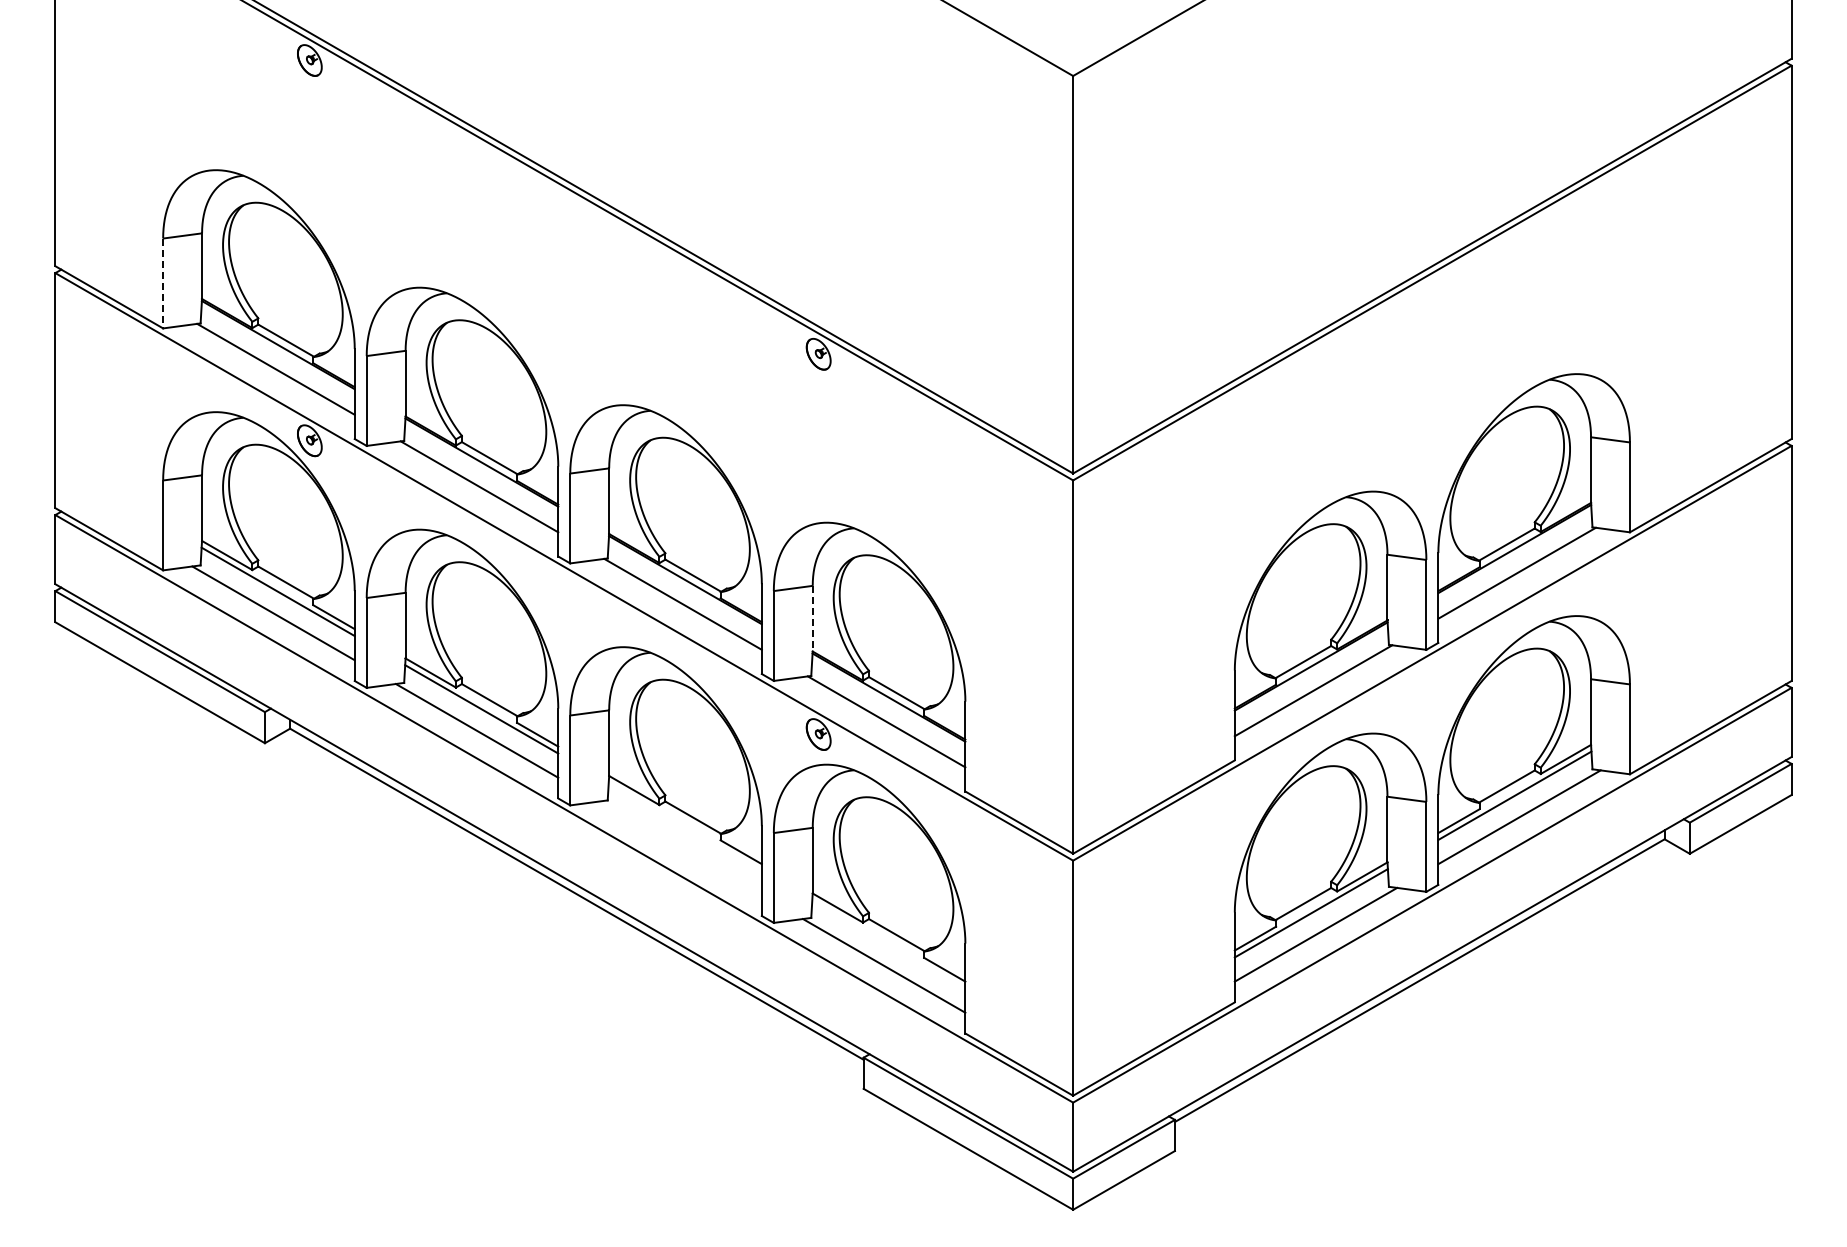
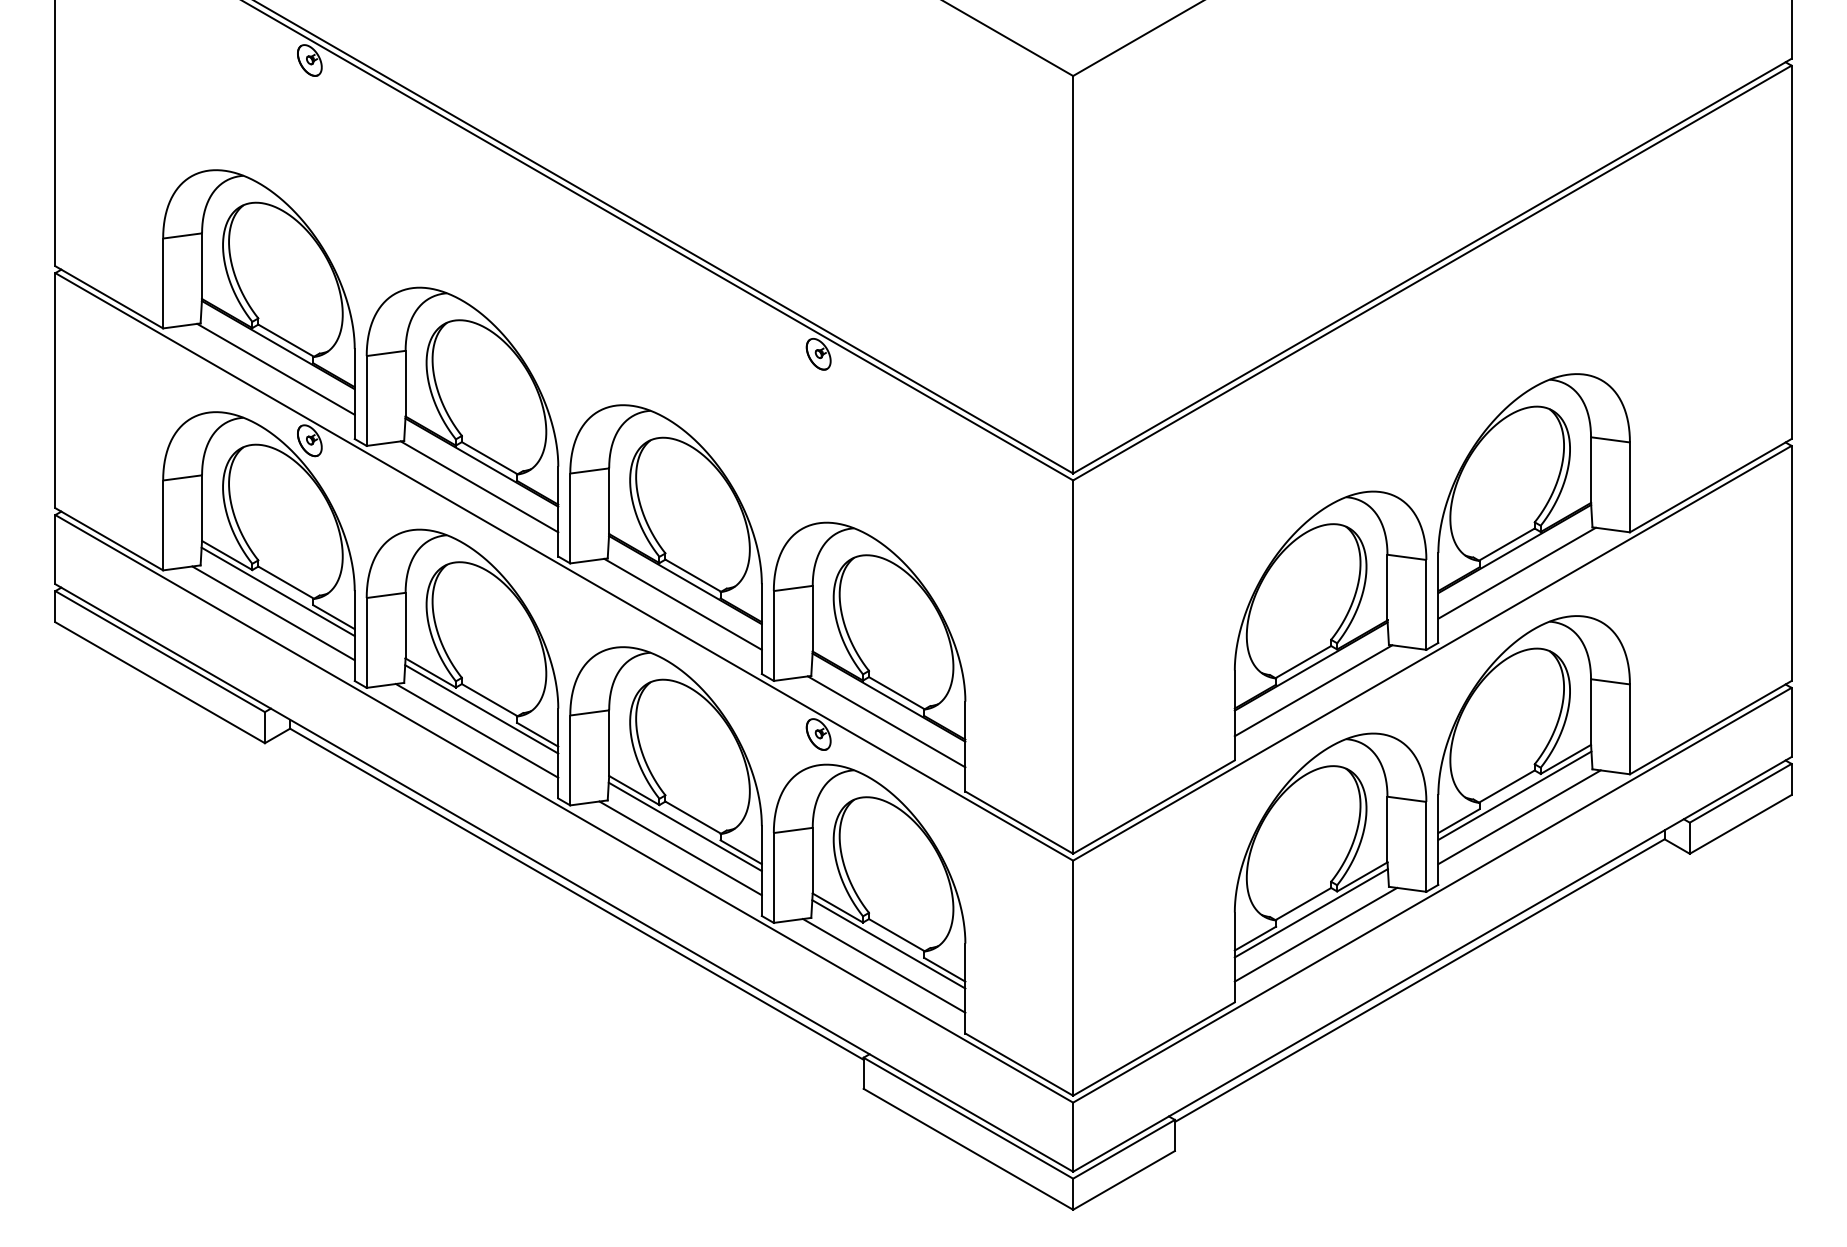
line at (163, 283): dashed -> solid
line at (812, 618): dashed -> solid
line at (684, 826): none -> present
line at (680, 848): none -> present
line at (888, 944): none -> present
